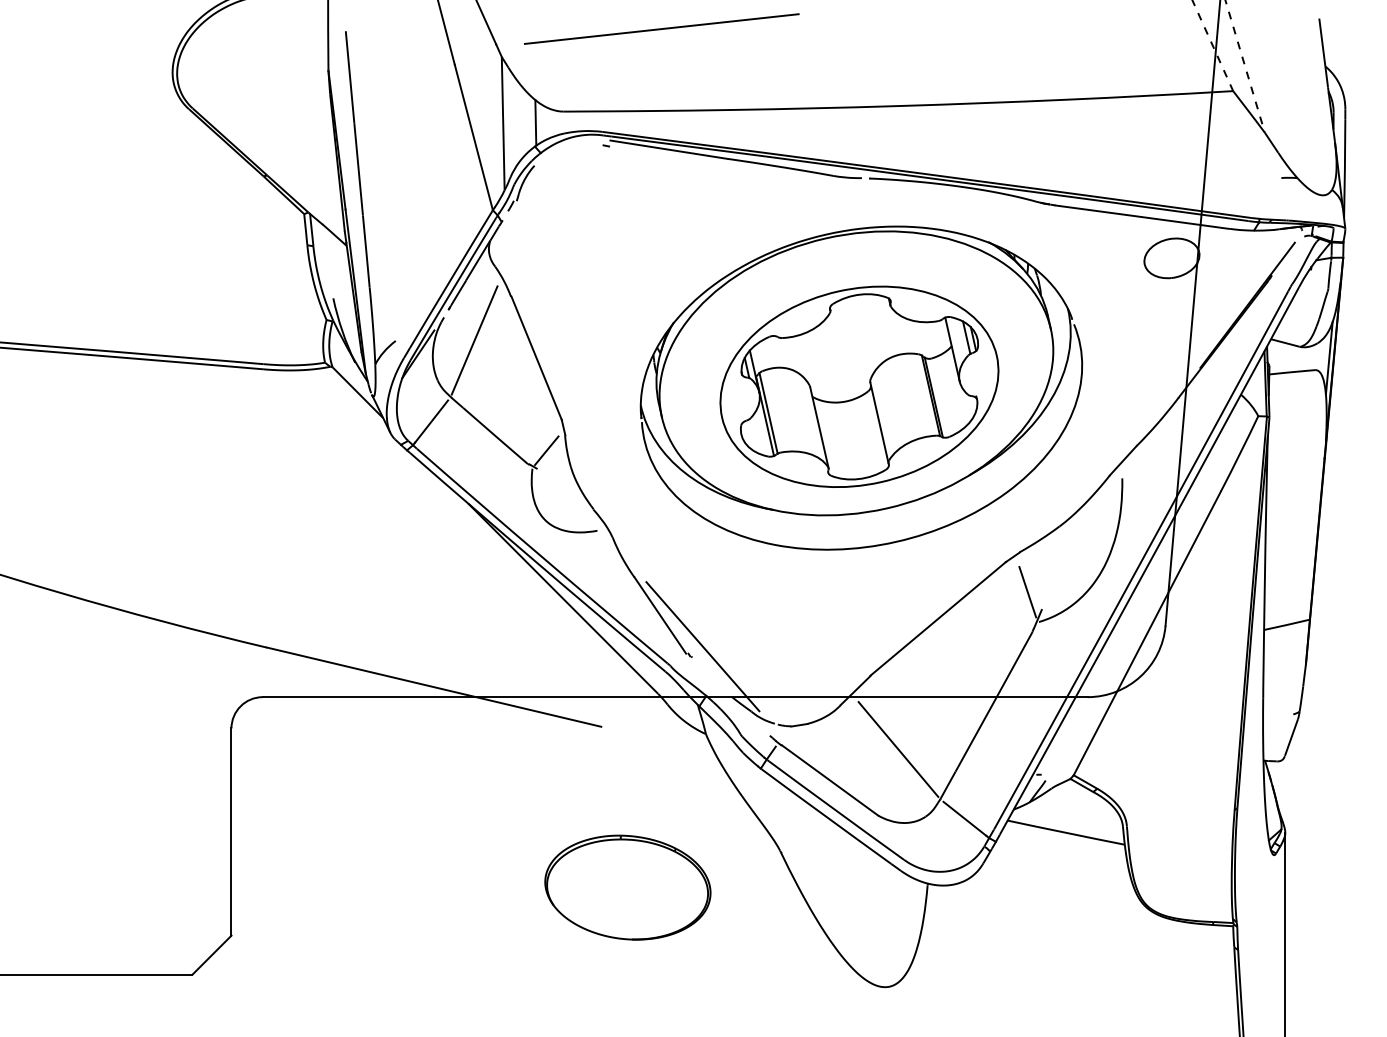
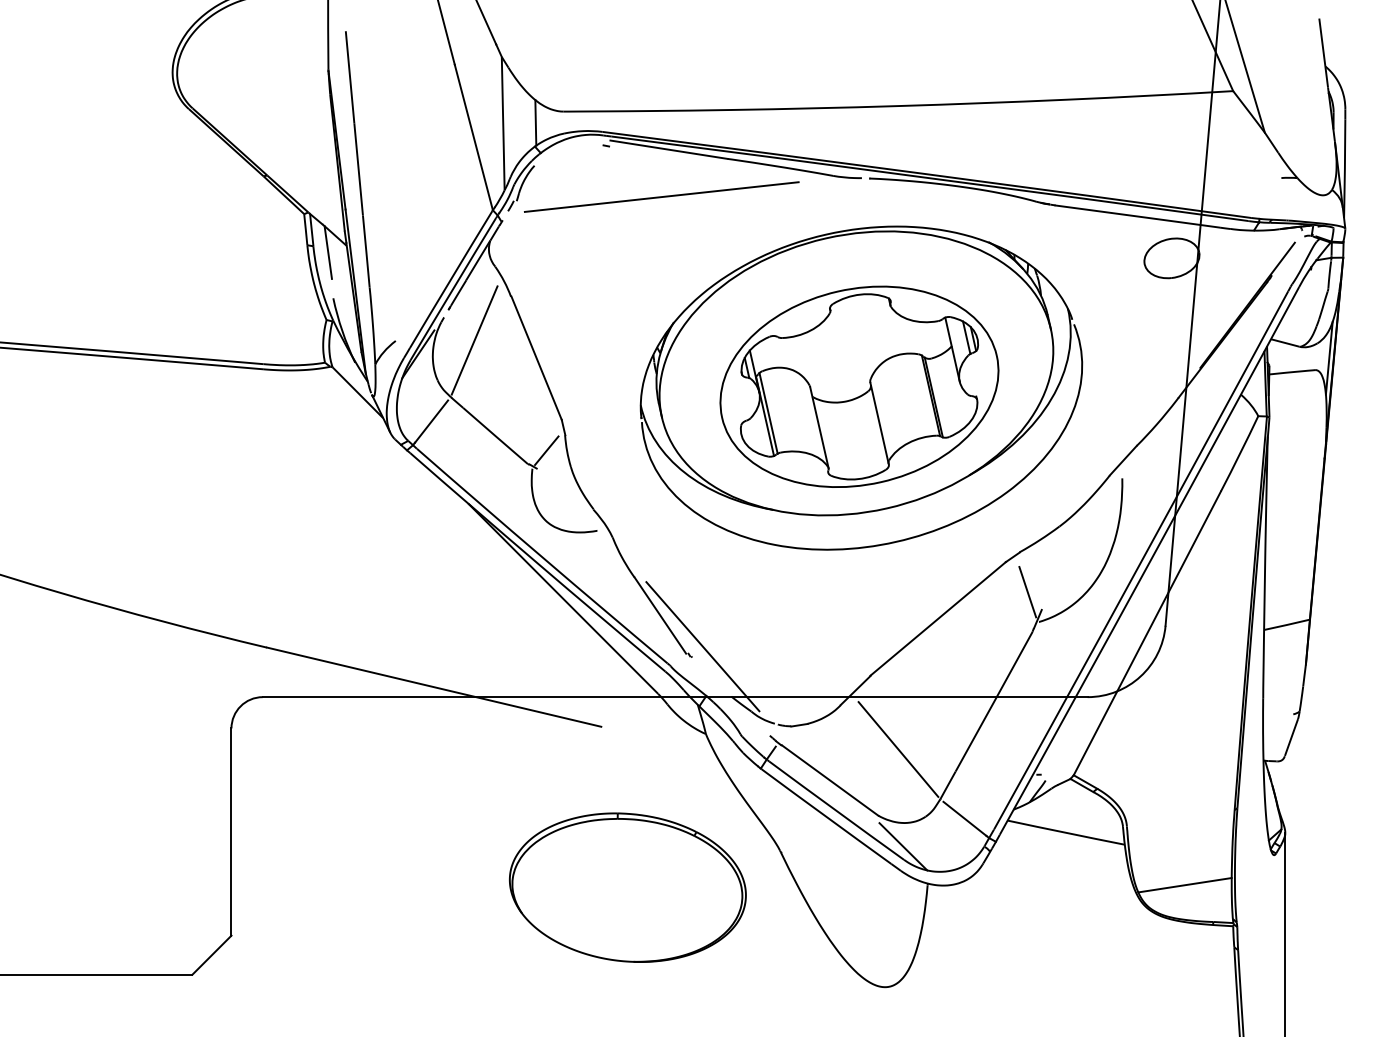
line at (661, 28) position: (661, 28) -> (661, 196)
line at (1212, 45): dashed -> solid
line at (1245, 66): dashed -> solid
line at (327, 252): none -> present
line at (903, 846): none -> present
line at (1184, 885): none -> present
part at (627, 887) size: 168x107 px -> 238x151 px
